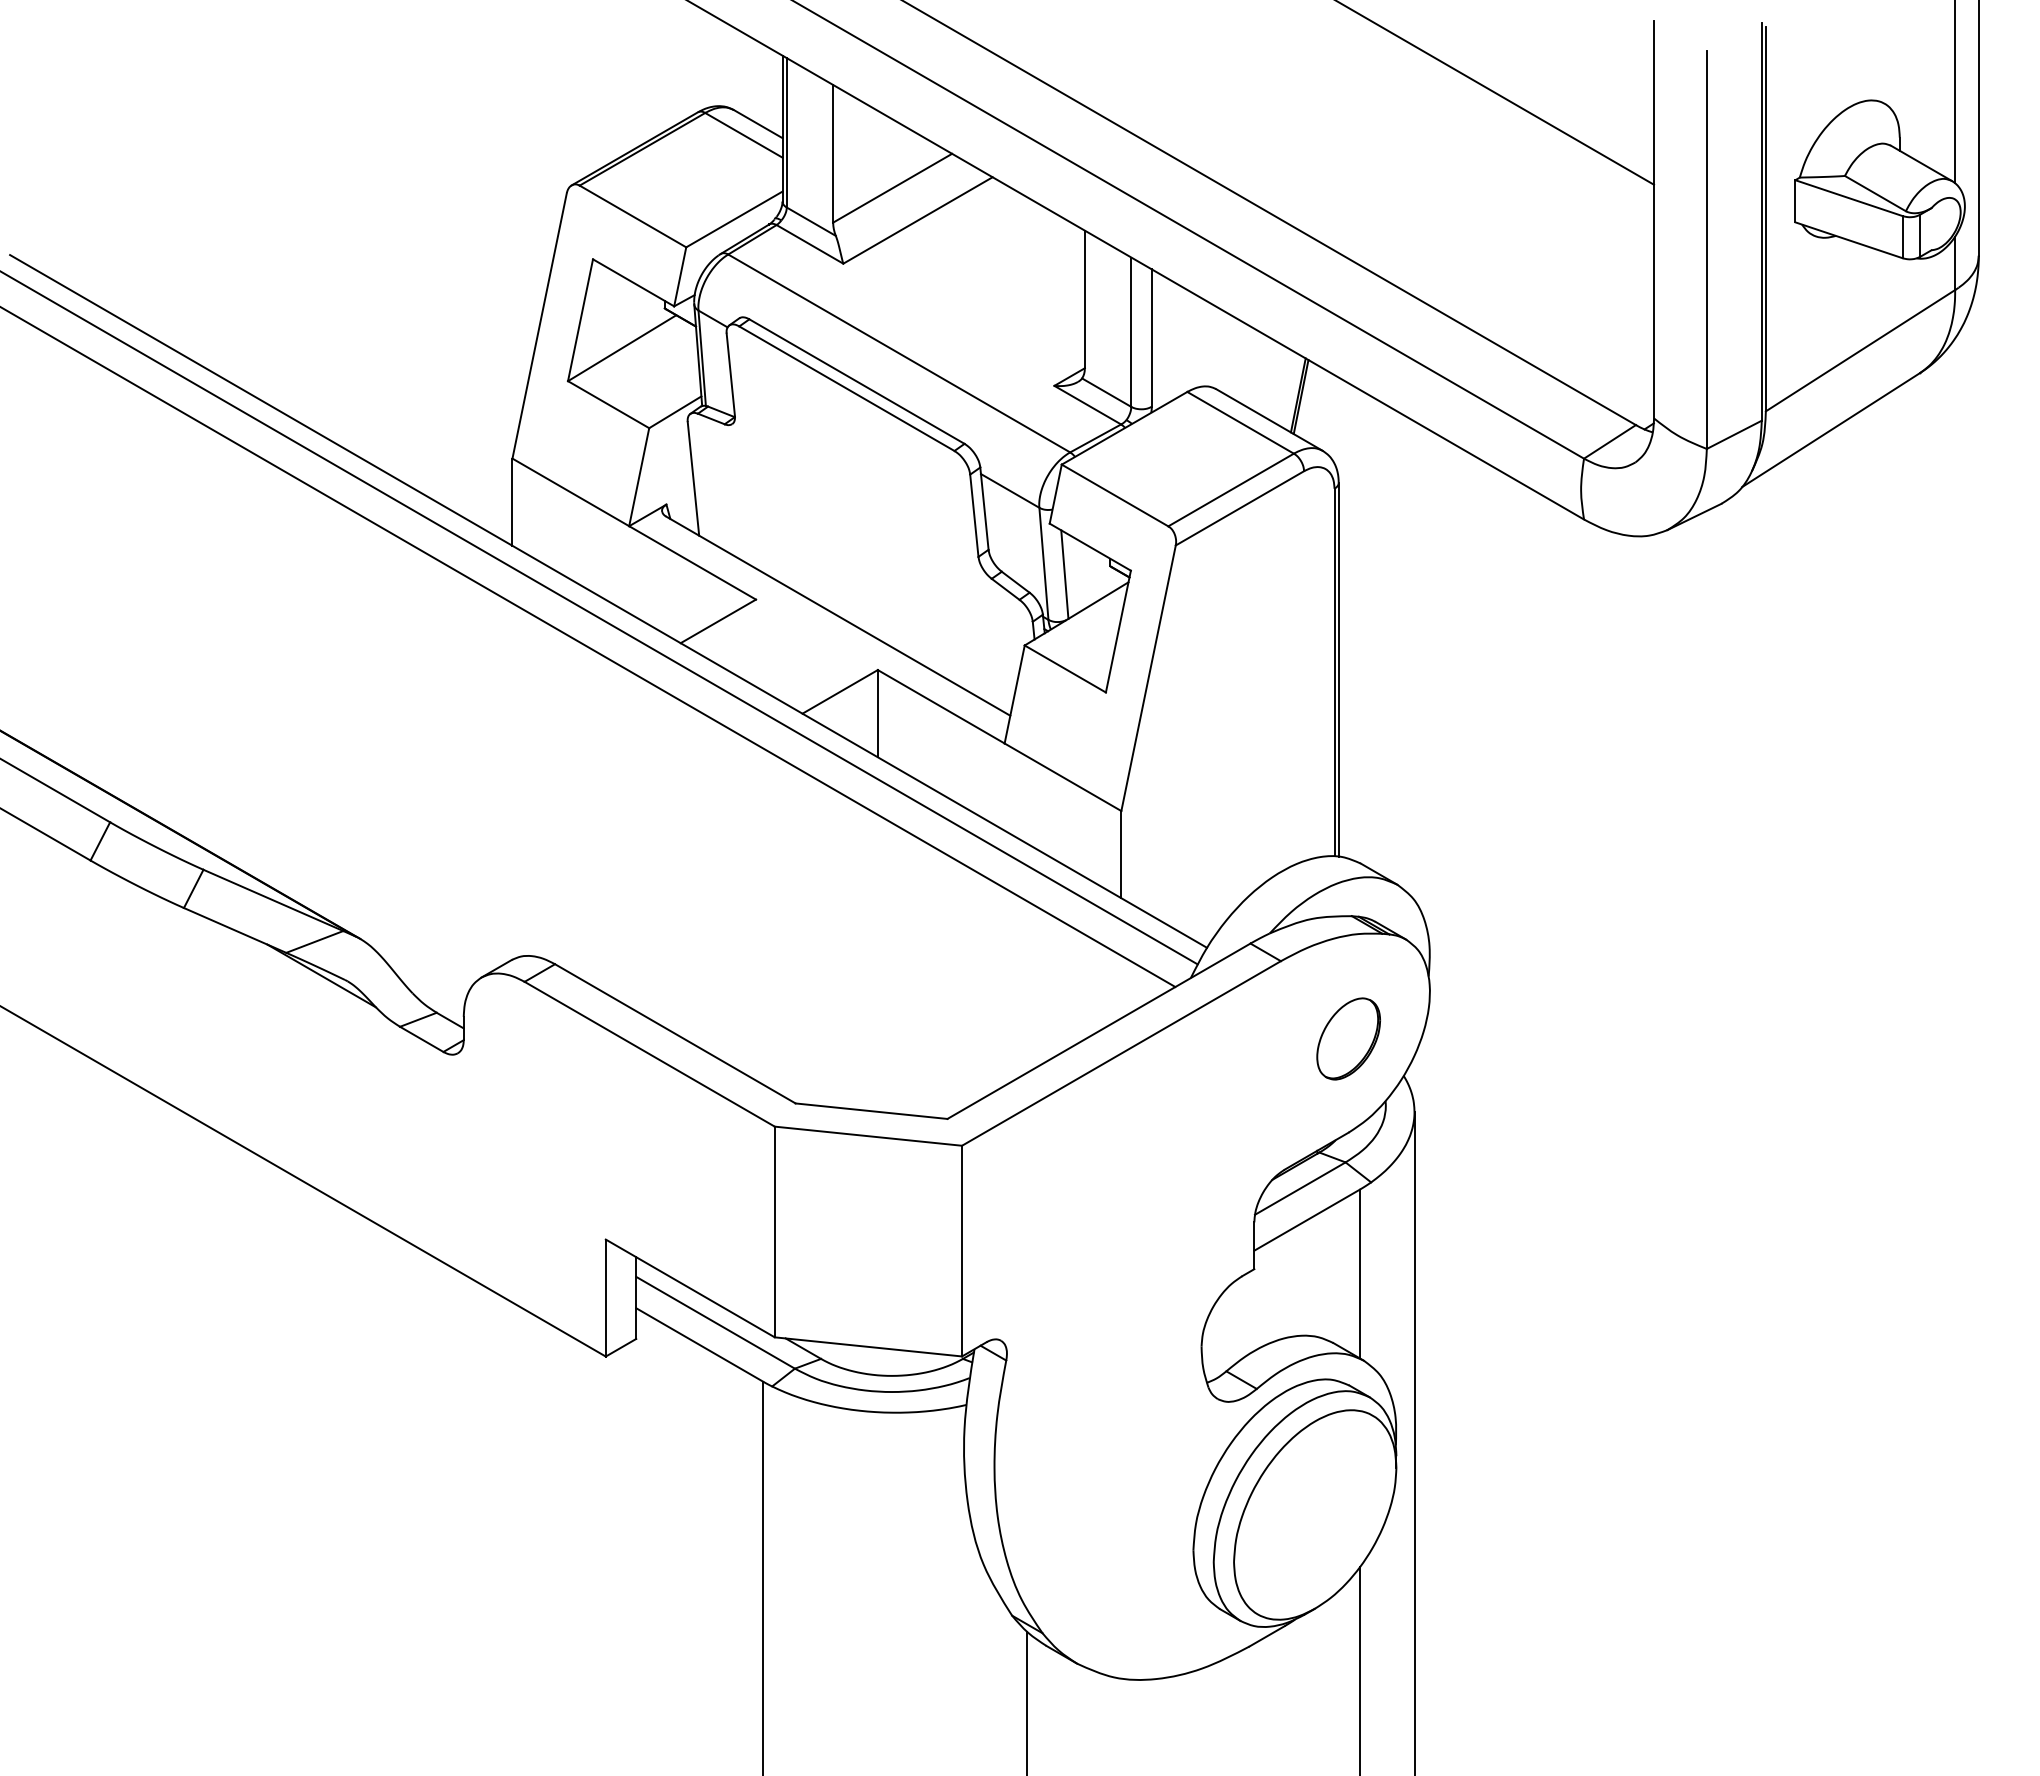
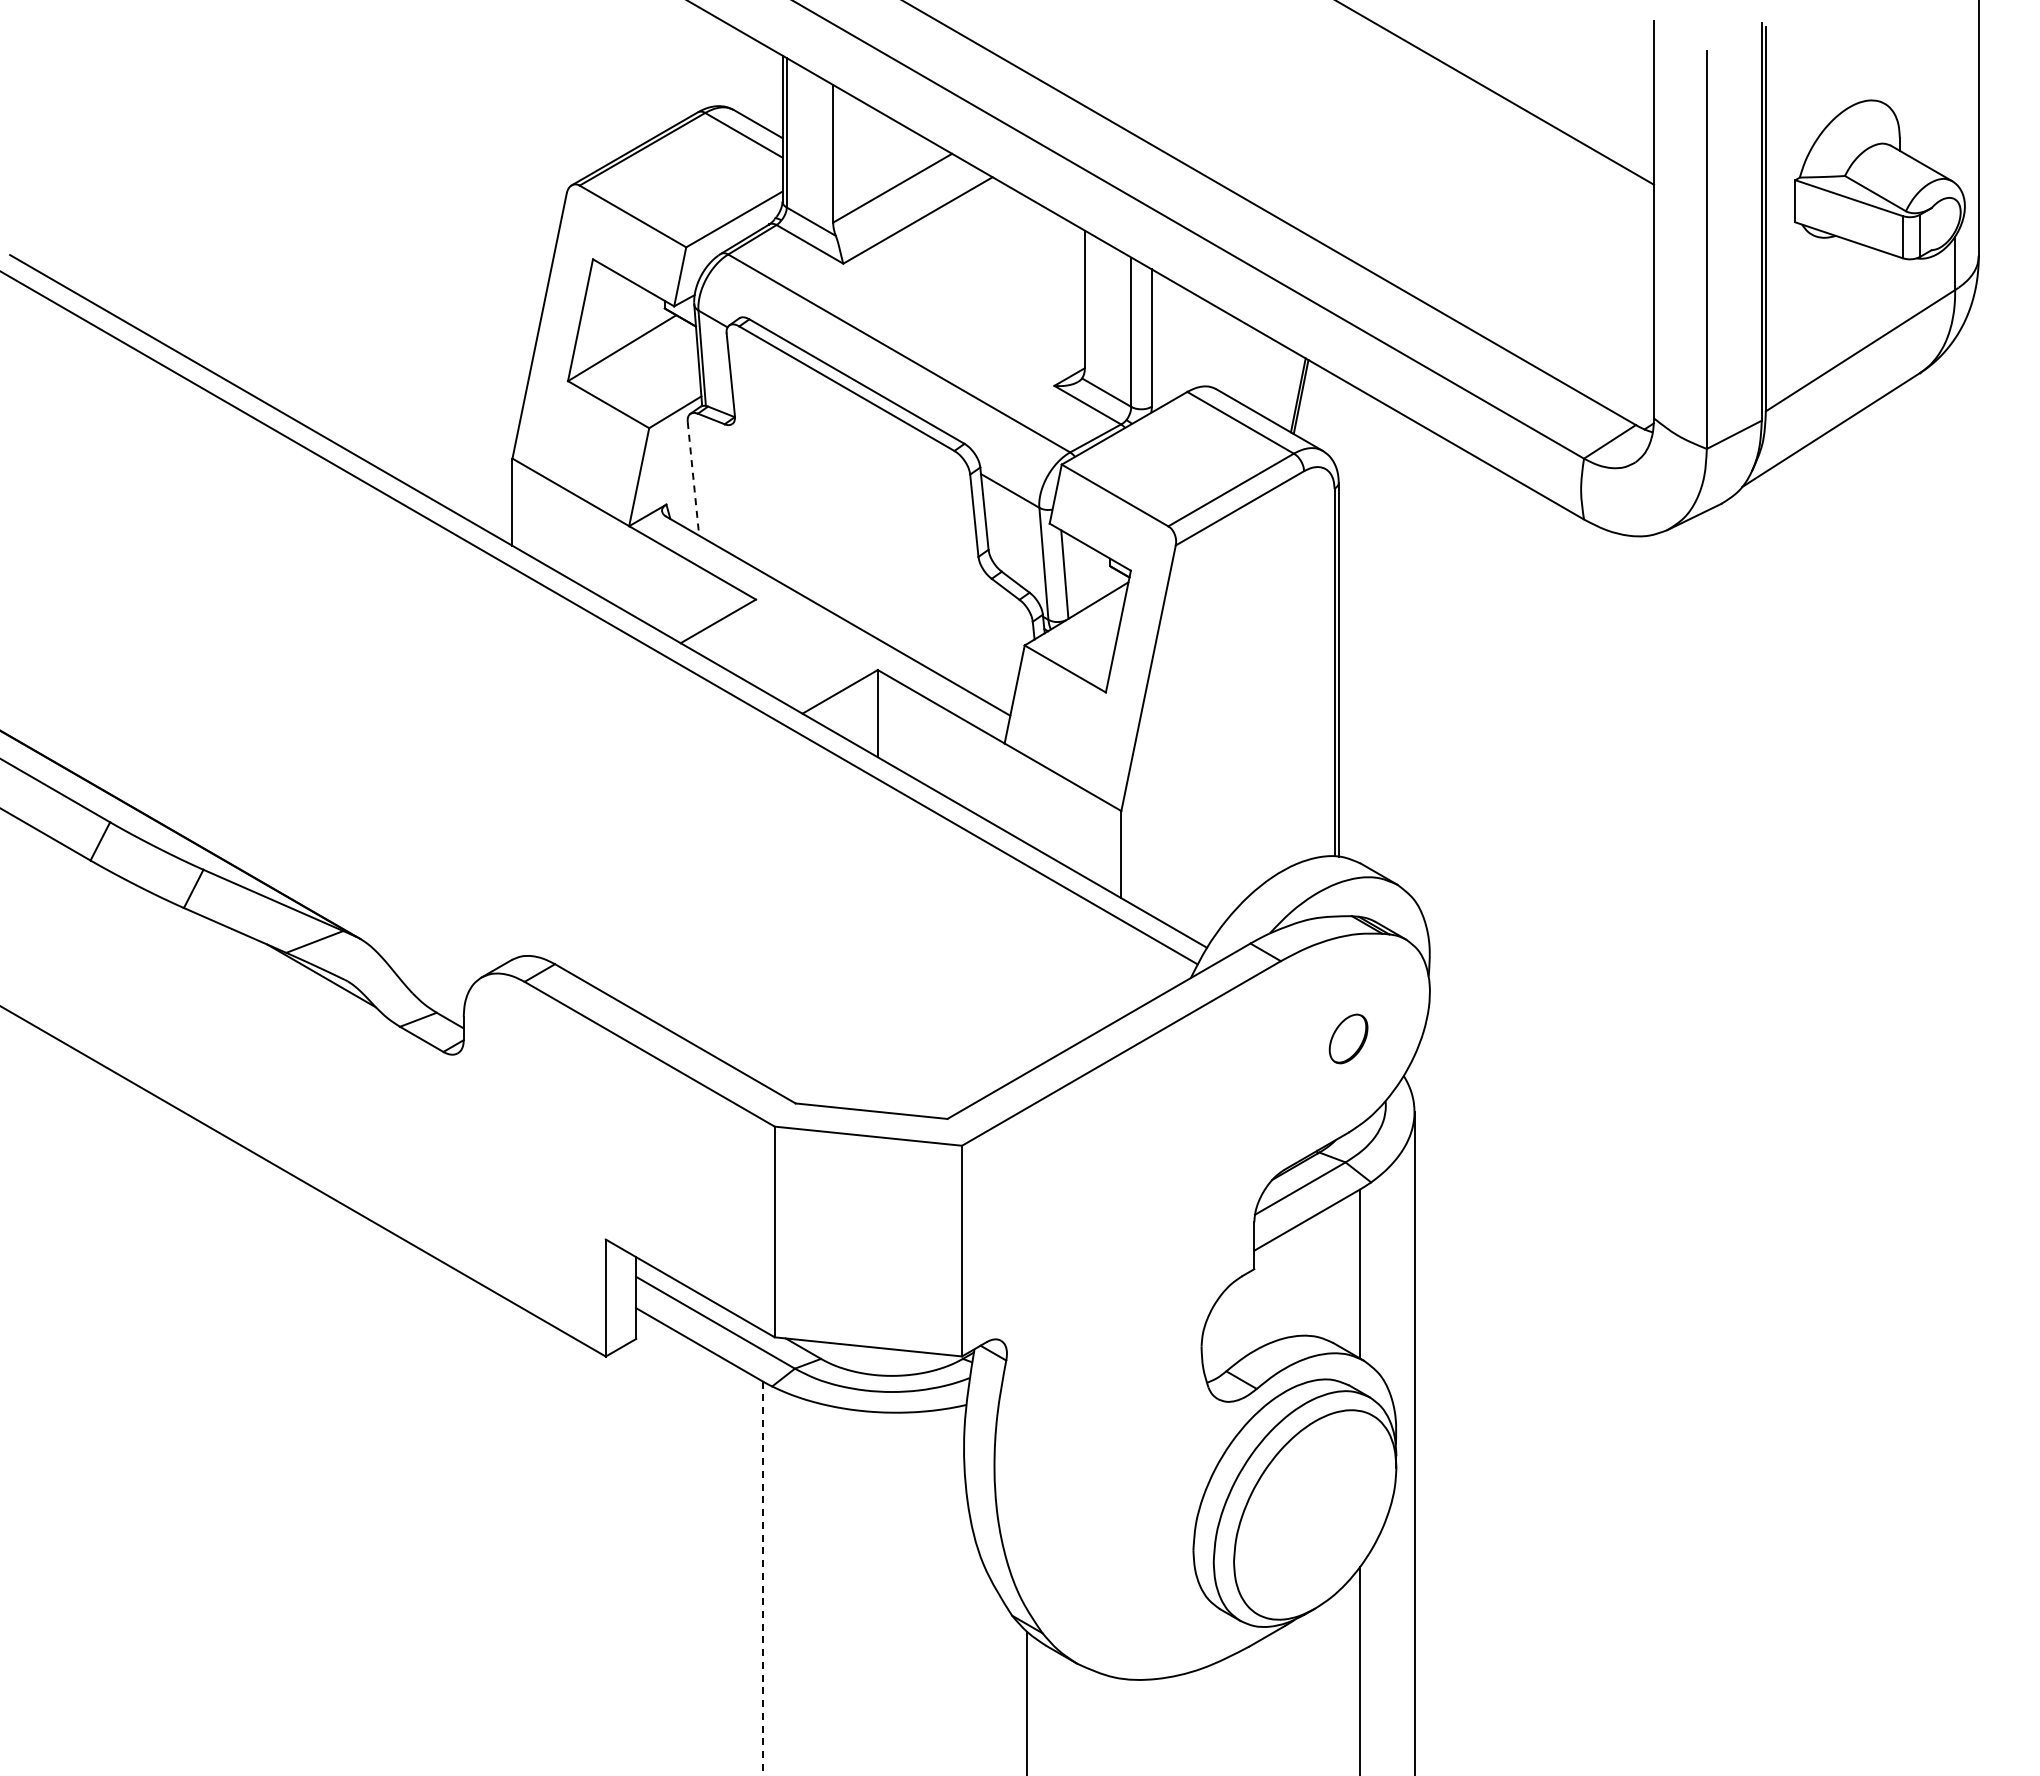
line at (1955, 92): present -> none
line at (693, 479): solid -> dashed
line at (588, 647): present -> none
part at (1348, 1038) size: 65x84 px -> 41x52 px
line at (763, 1578): solid -> dashed
